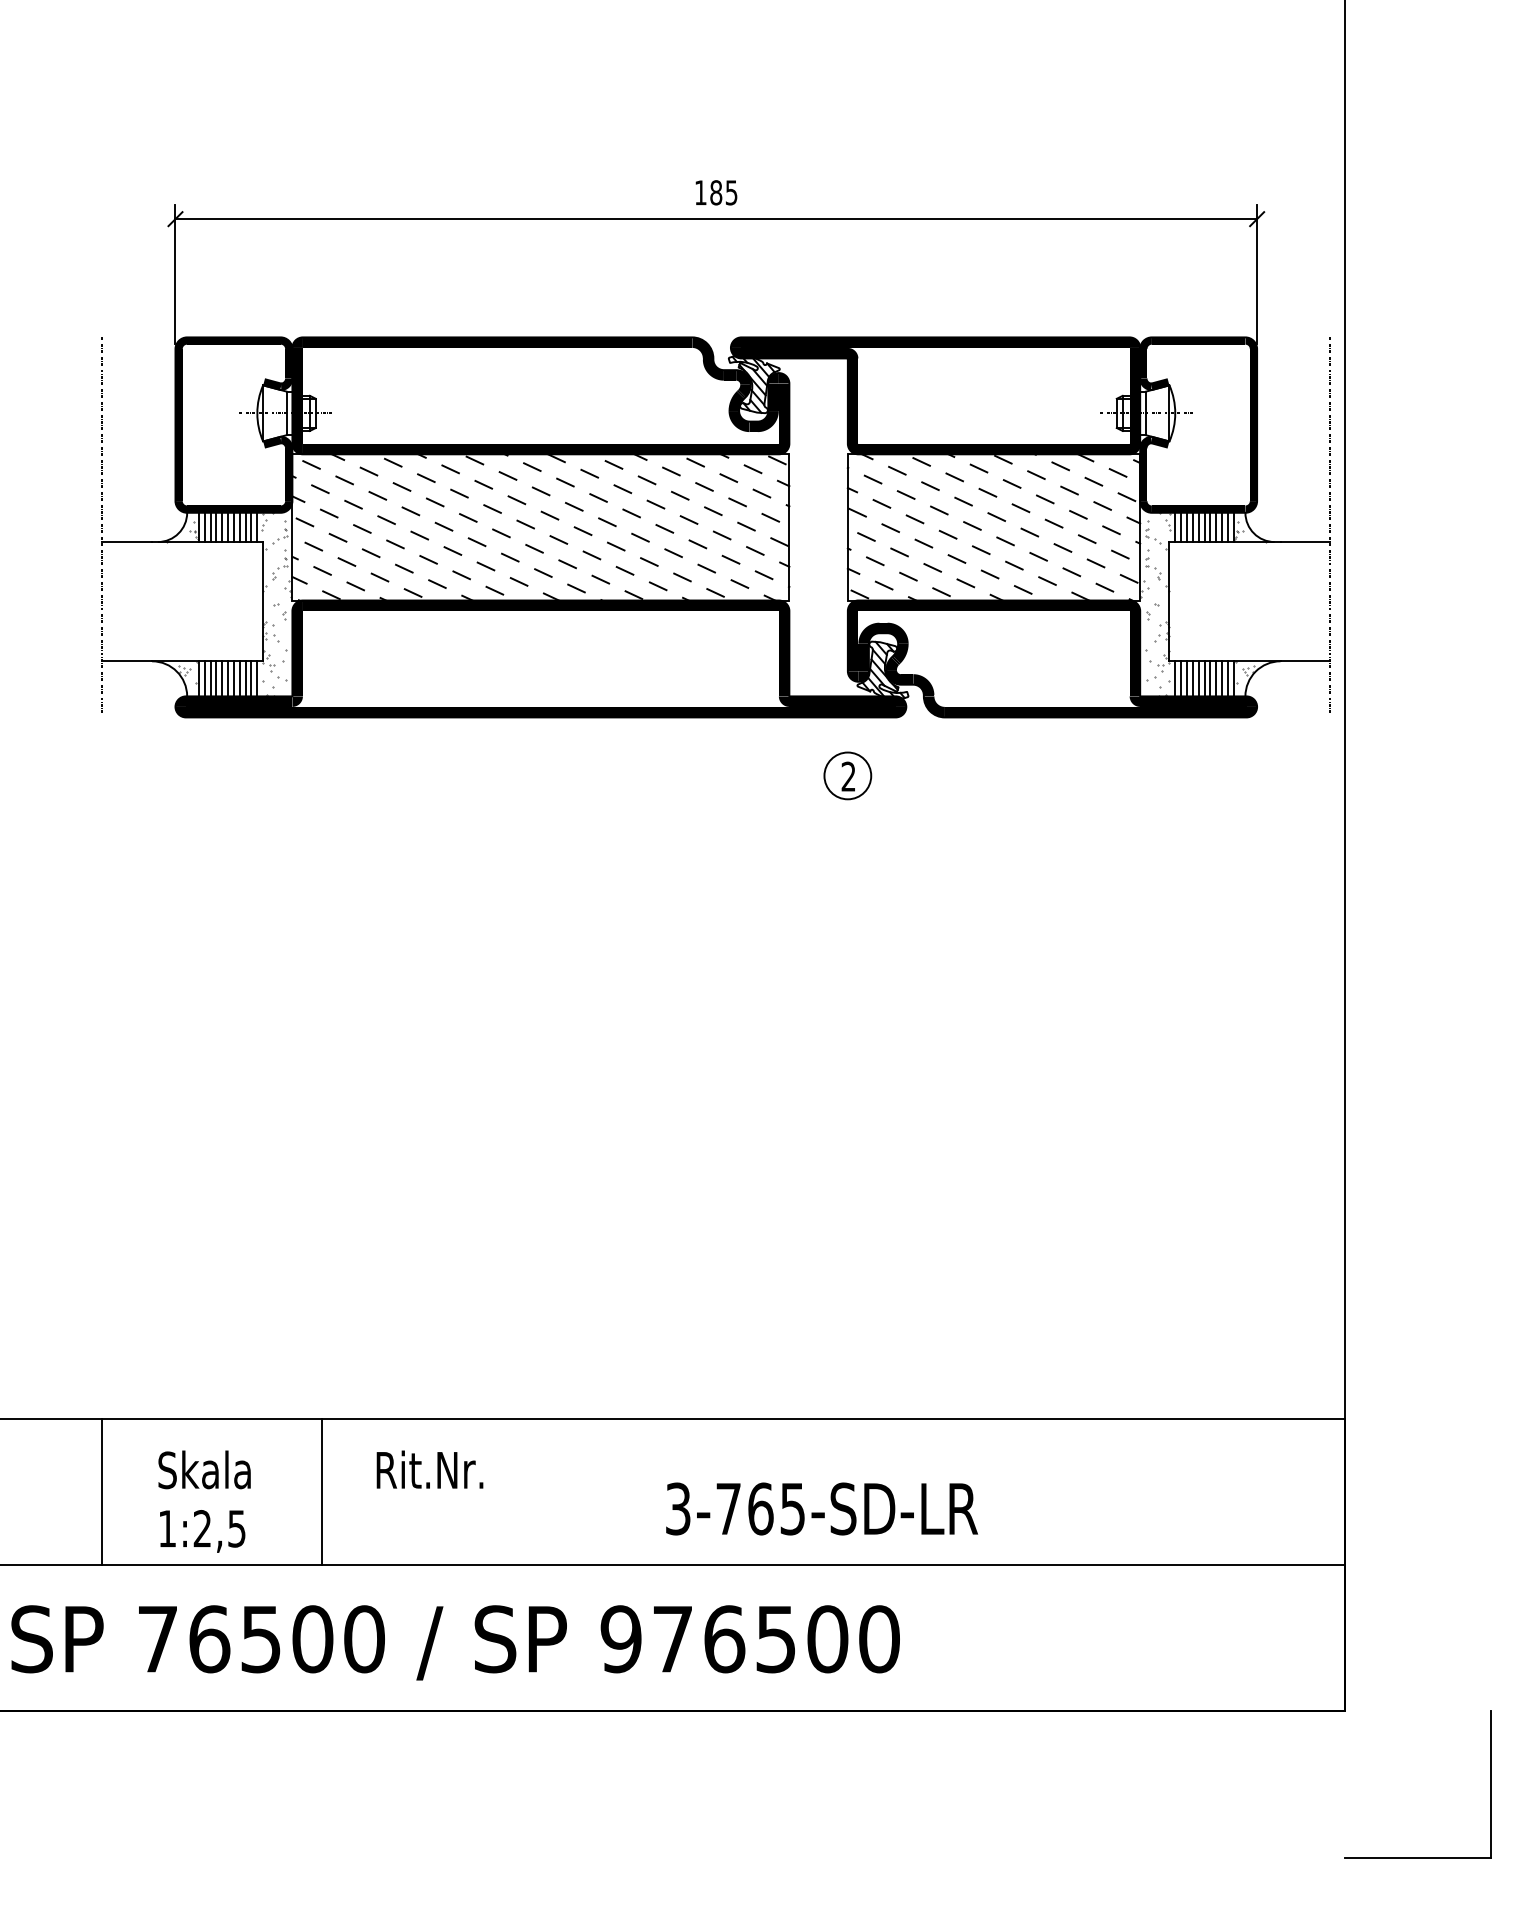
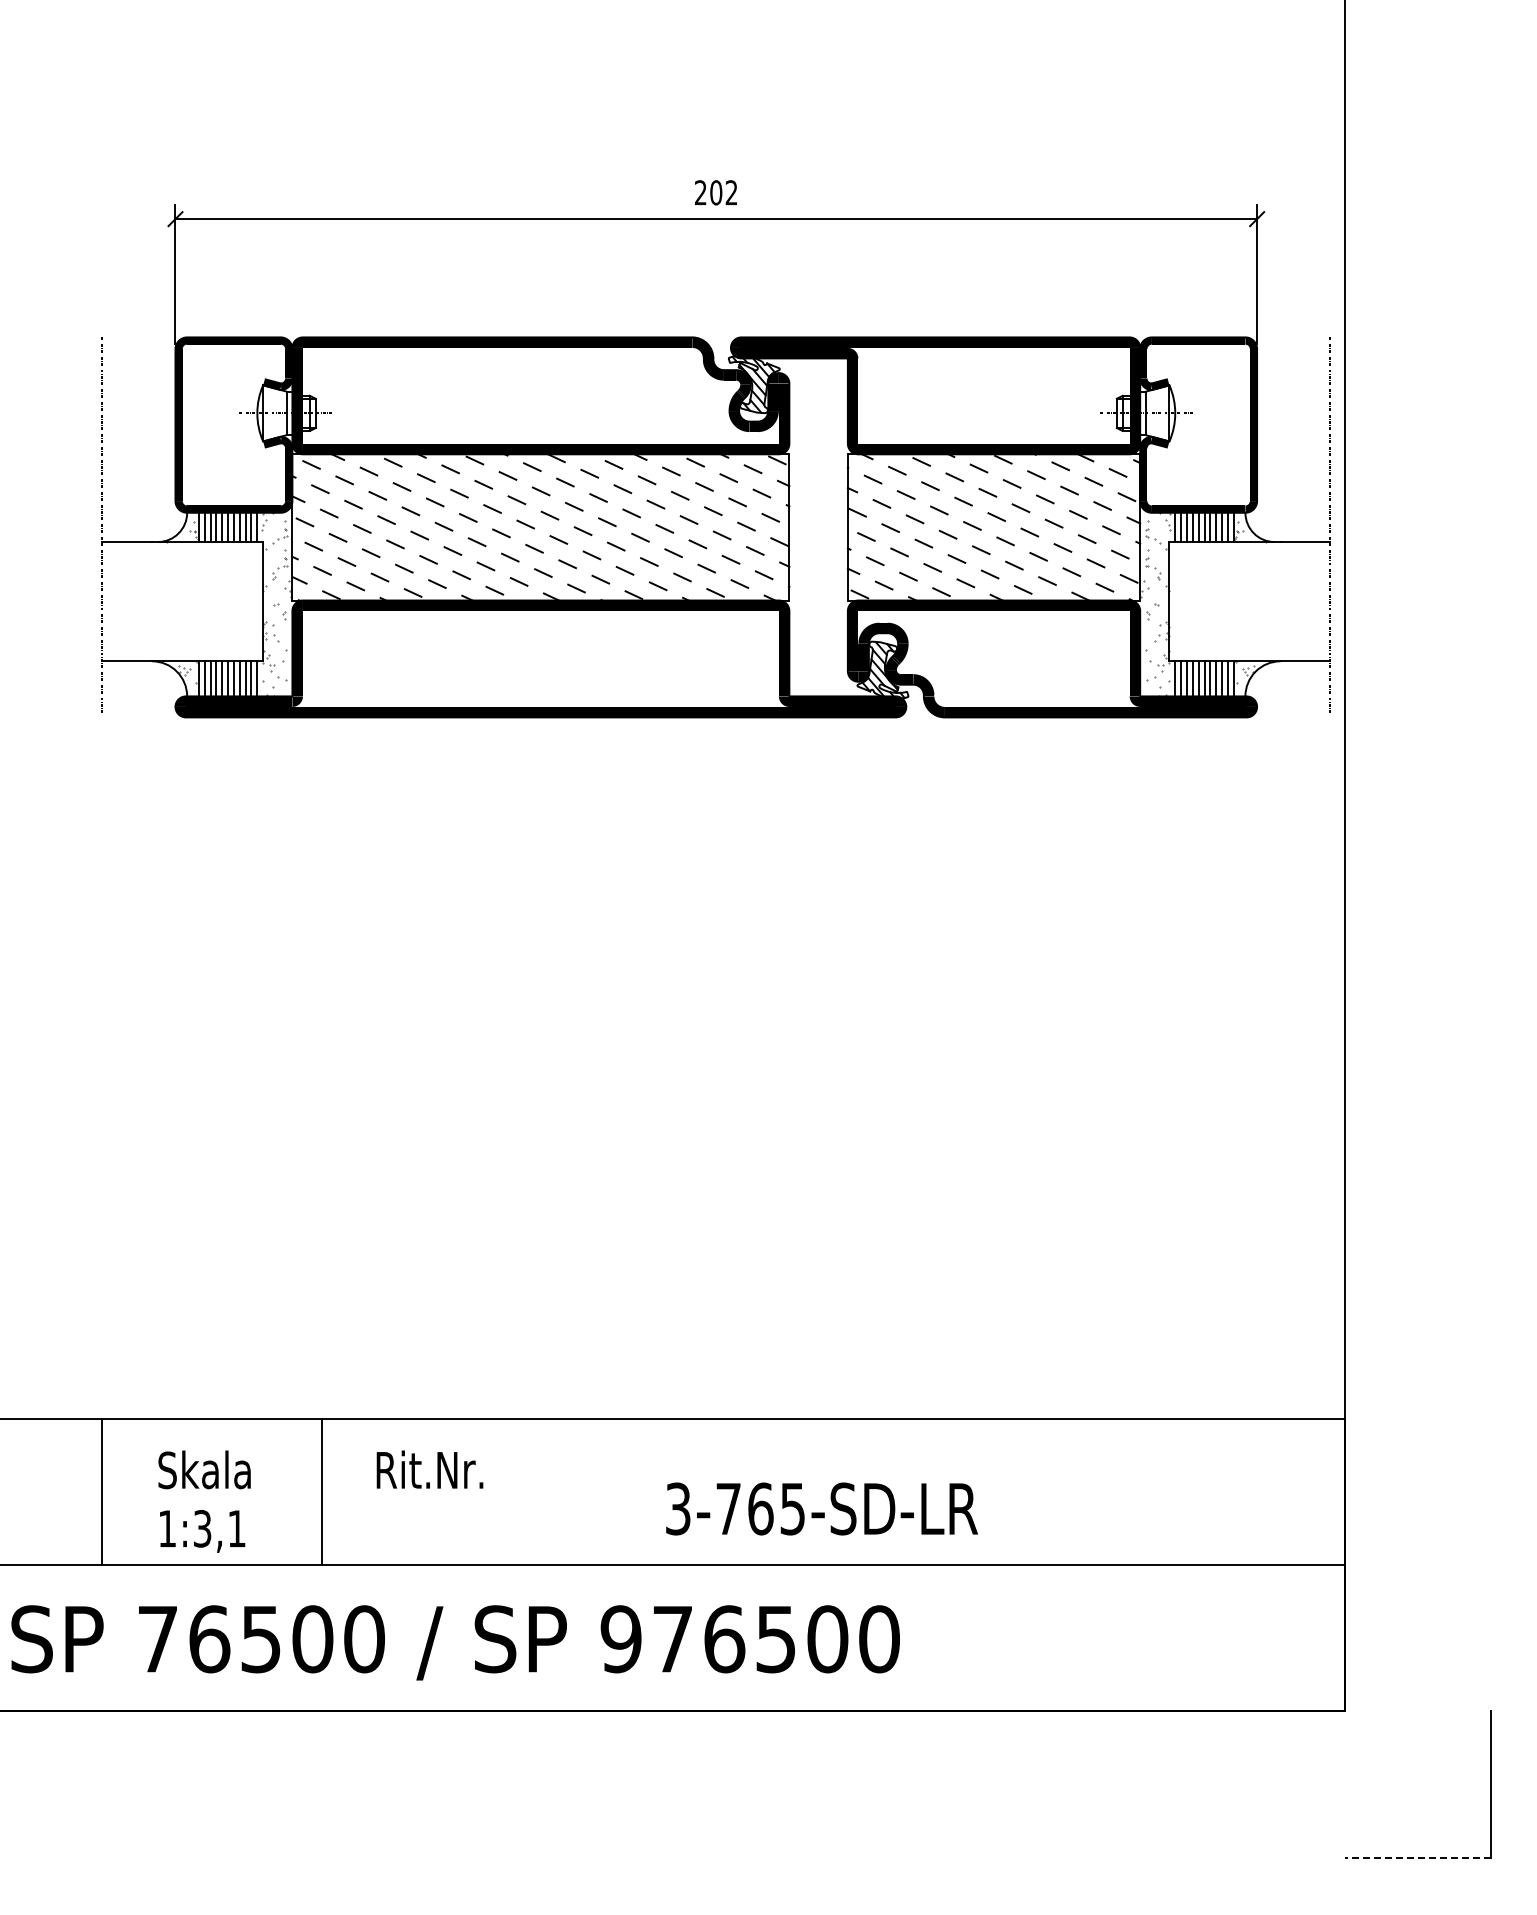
text at (716, 192): 185 -> 202
part at (847, 775): present -> none
text at (219, 1528): 1:2,5 -> 1:3,1
line at (1417, 1857): solid -> dashed
